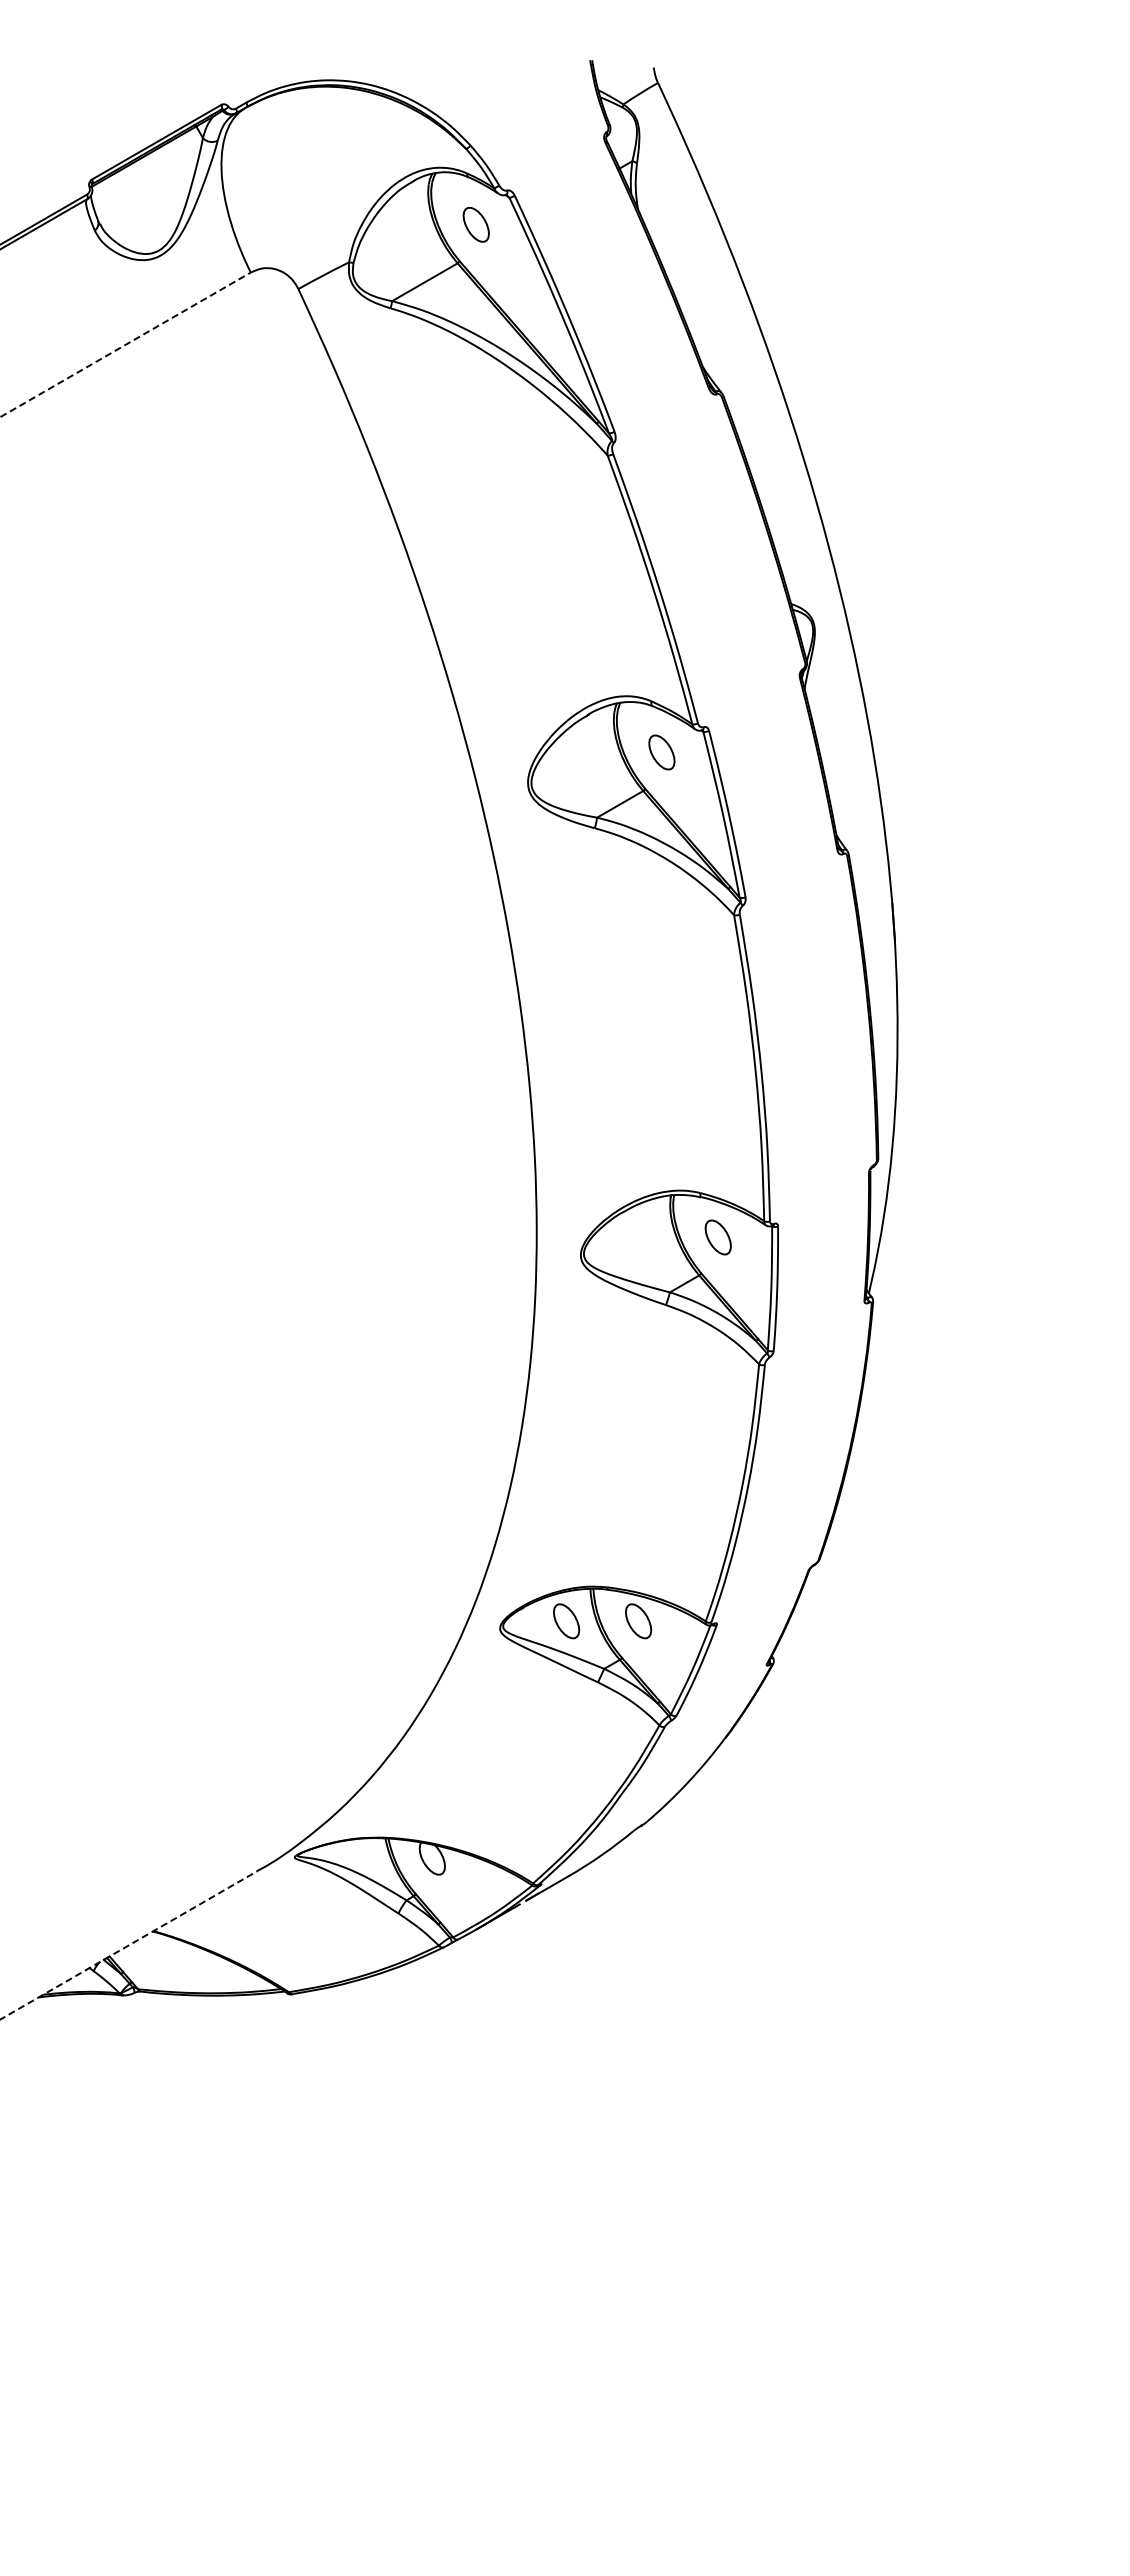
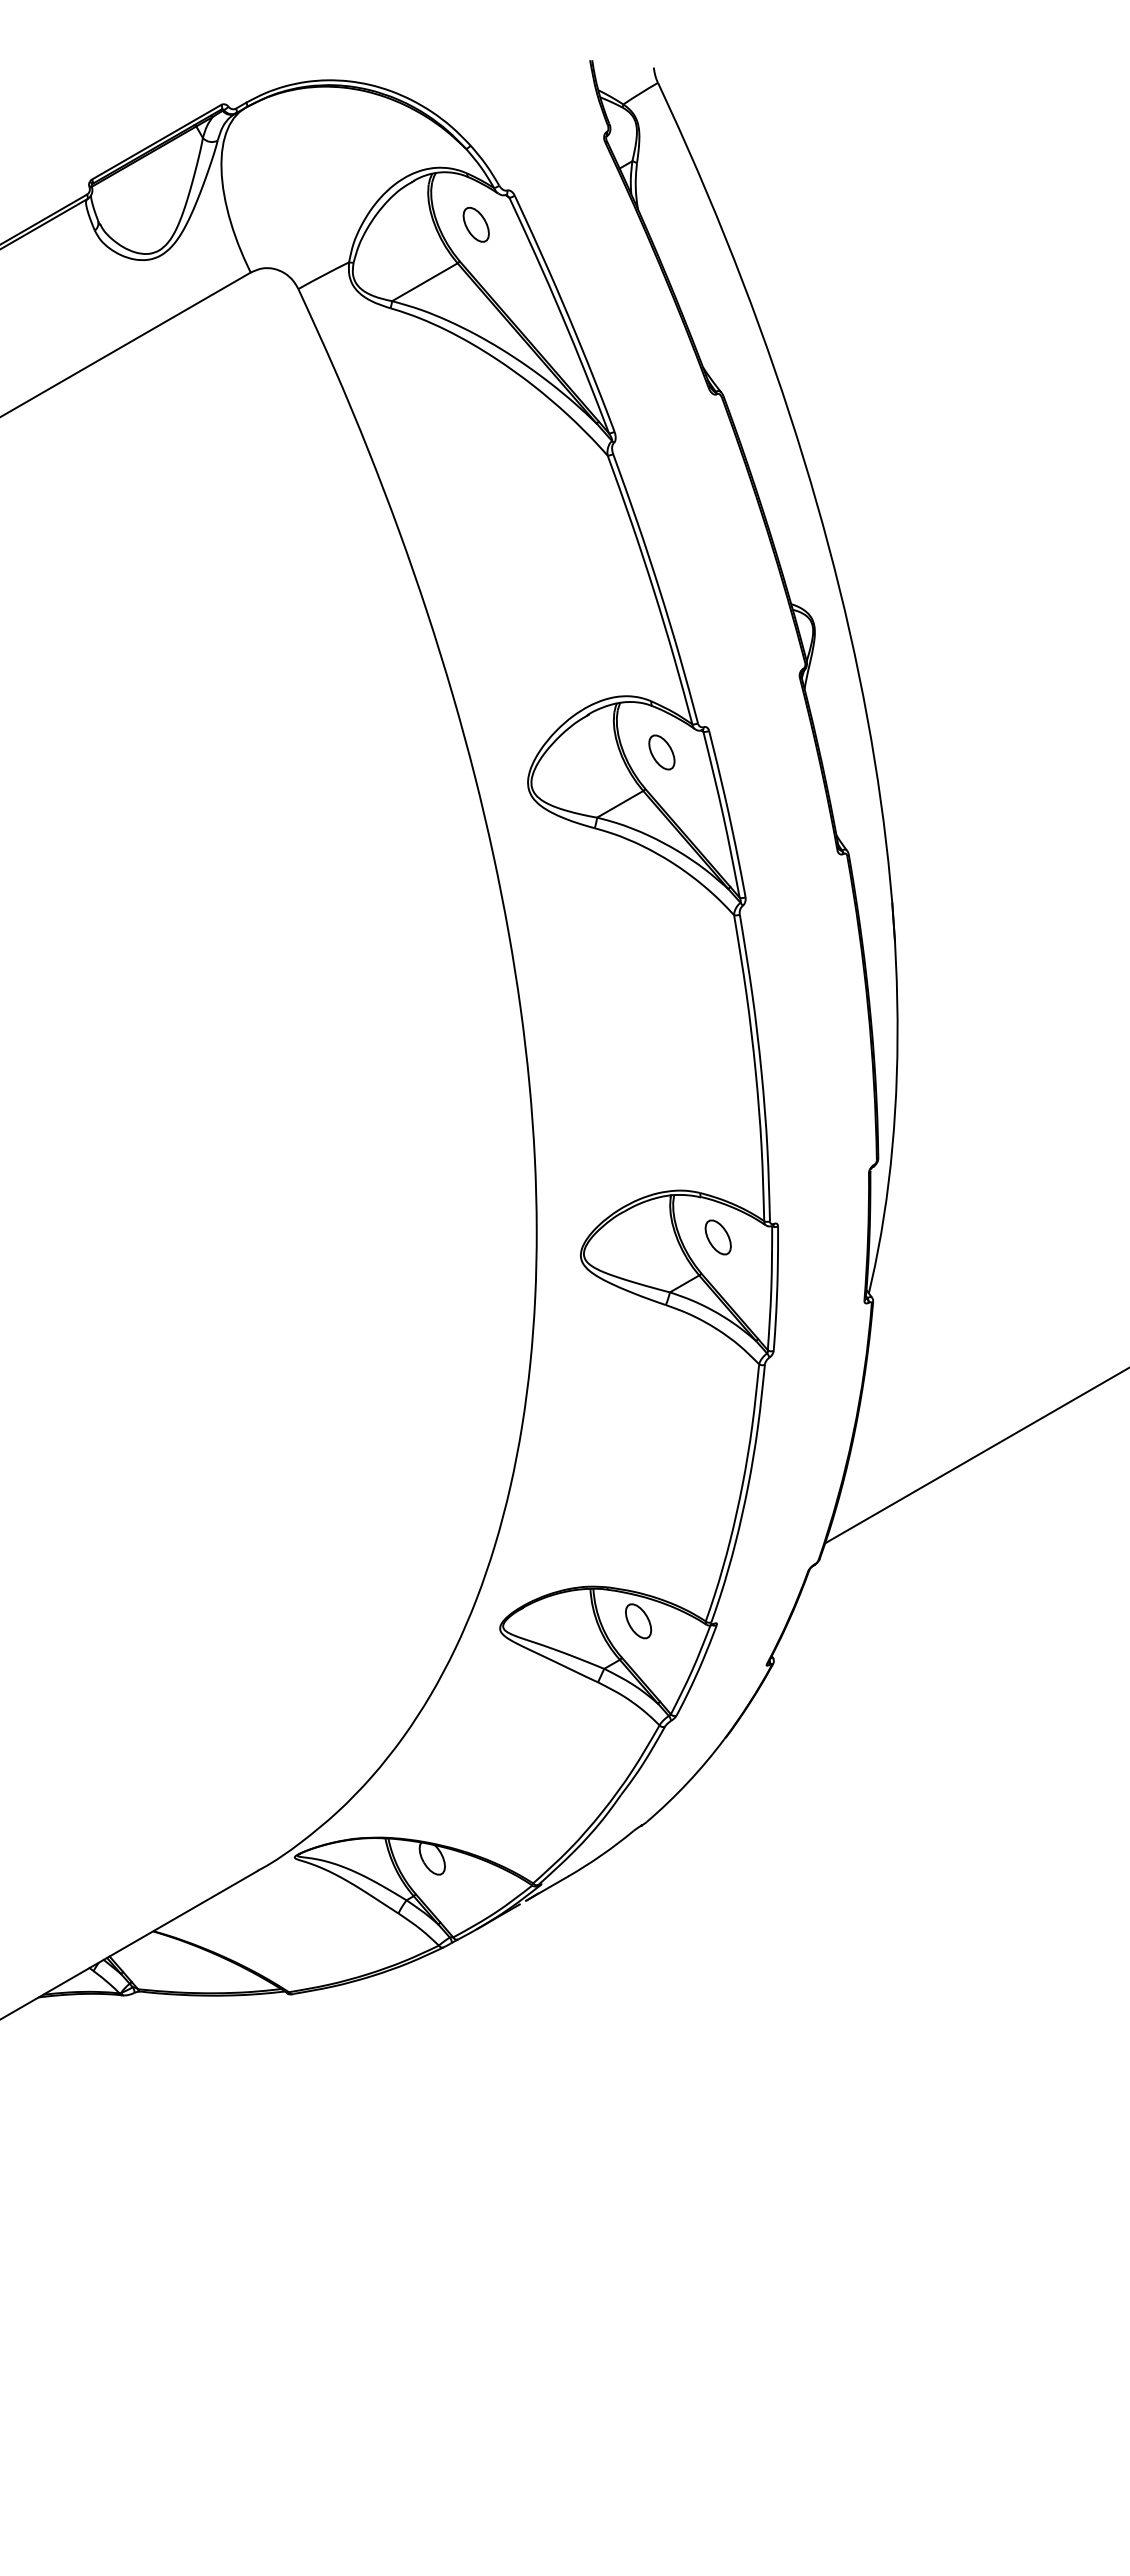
line at (126, 344): dashed -> solid
line at (975, 1456): none -> present
part at (566, 1621): present -> none
line at (129, 1945): dashed -> solid
